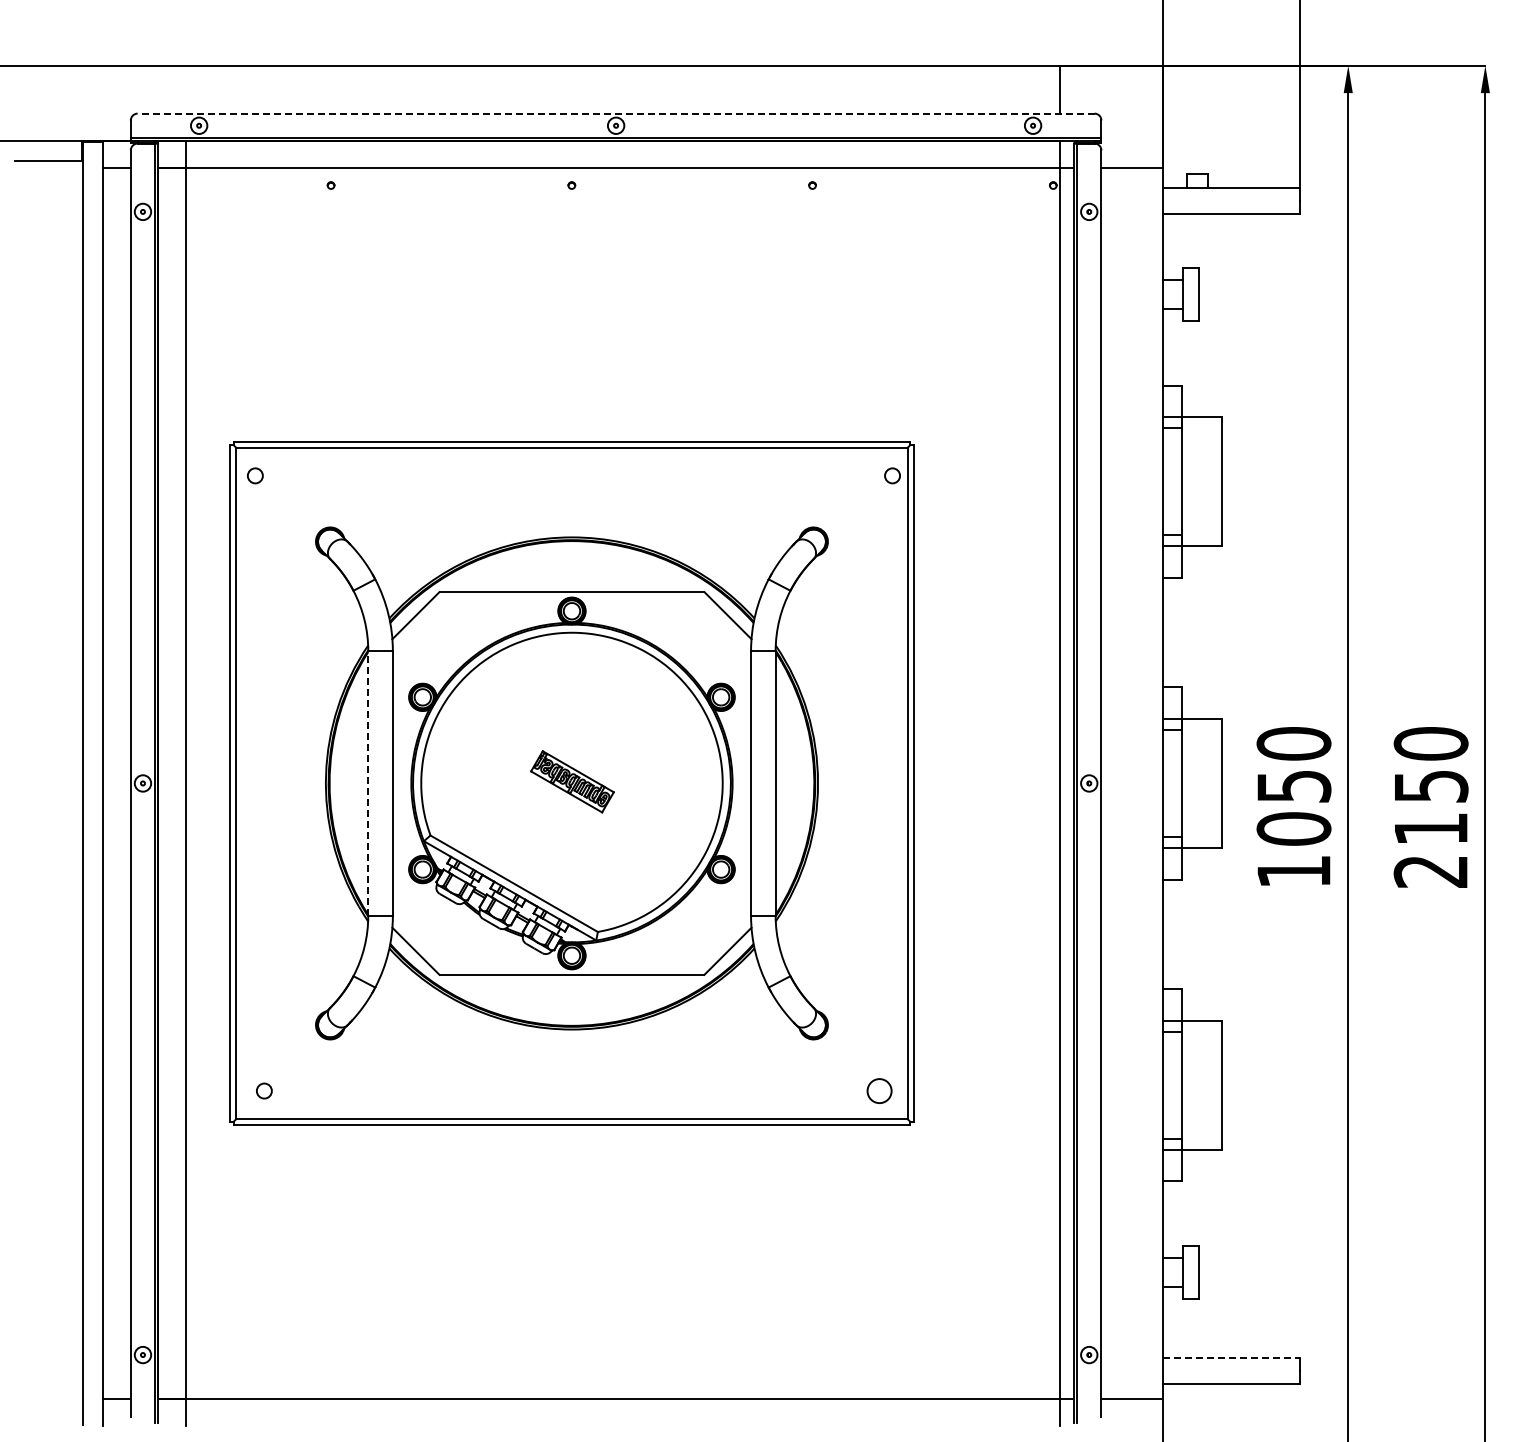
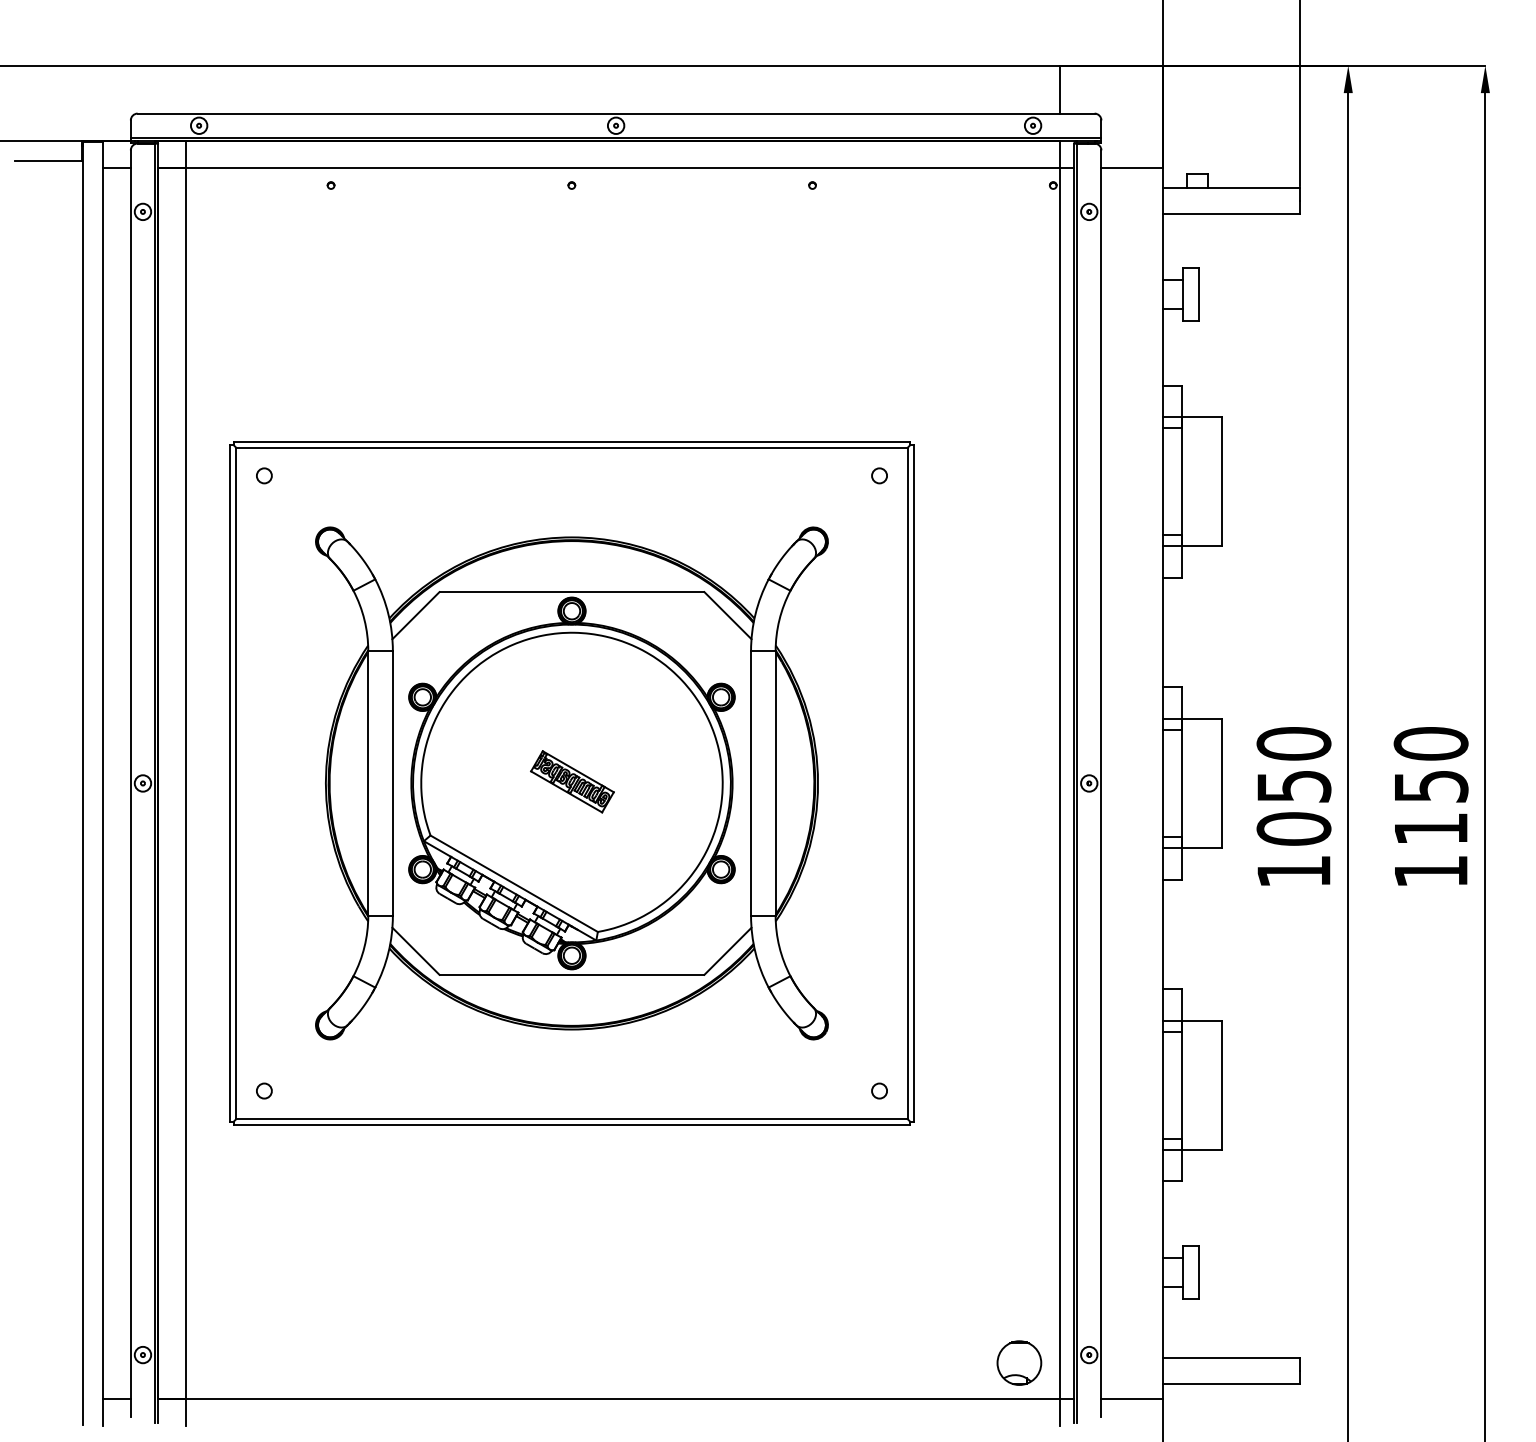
line at (615, 113): dashed -> solid
circle at (255, 475) position: (255, 475) -> (264, 475)
circle at (892, 475) position: (892, 475) -> (879, 475)
line at (368, 782): dashed -> solid
text at (1430, 871): 2150 -> 1150
circle at (879, 1090) size: 27x26 px -> 17x18 px
line at (1231, 1358): dashed -> solid
part at (1019, 1362): none -> present
